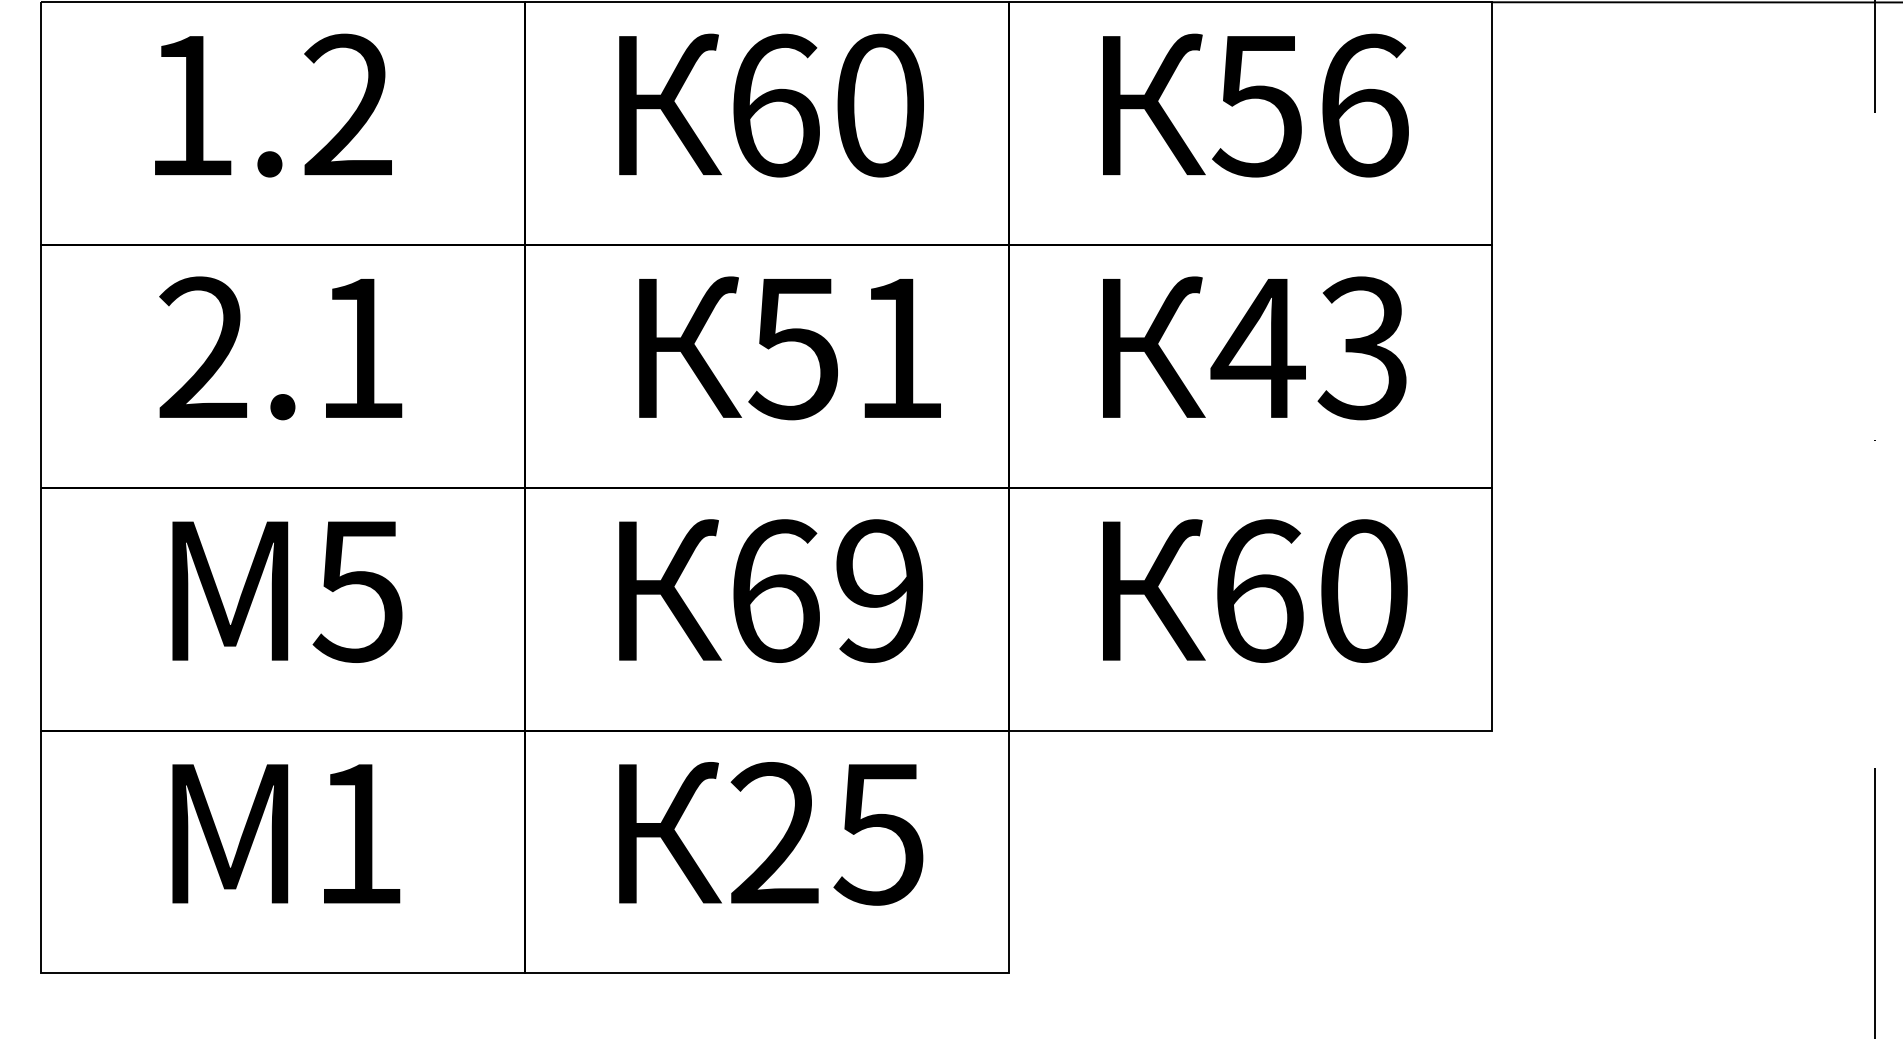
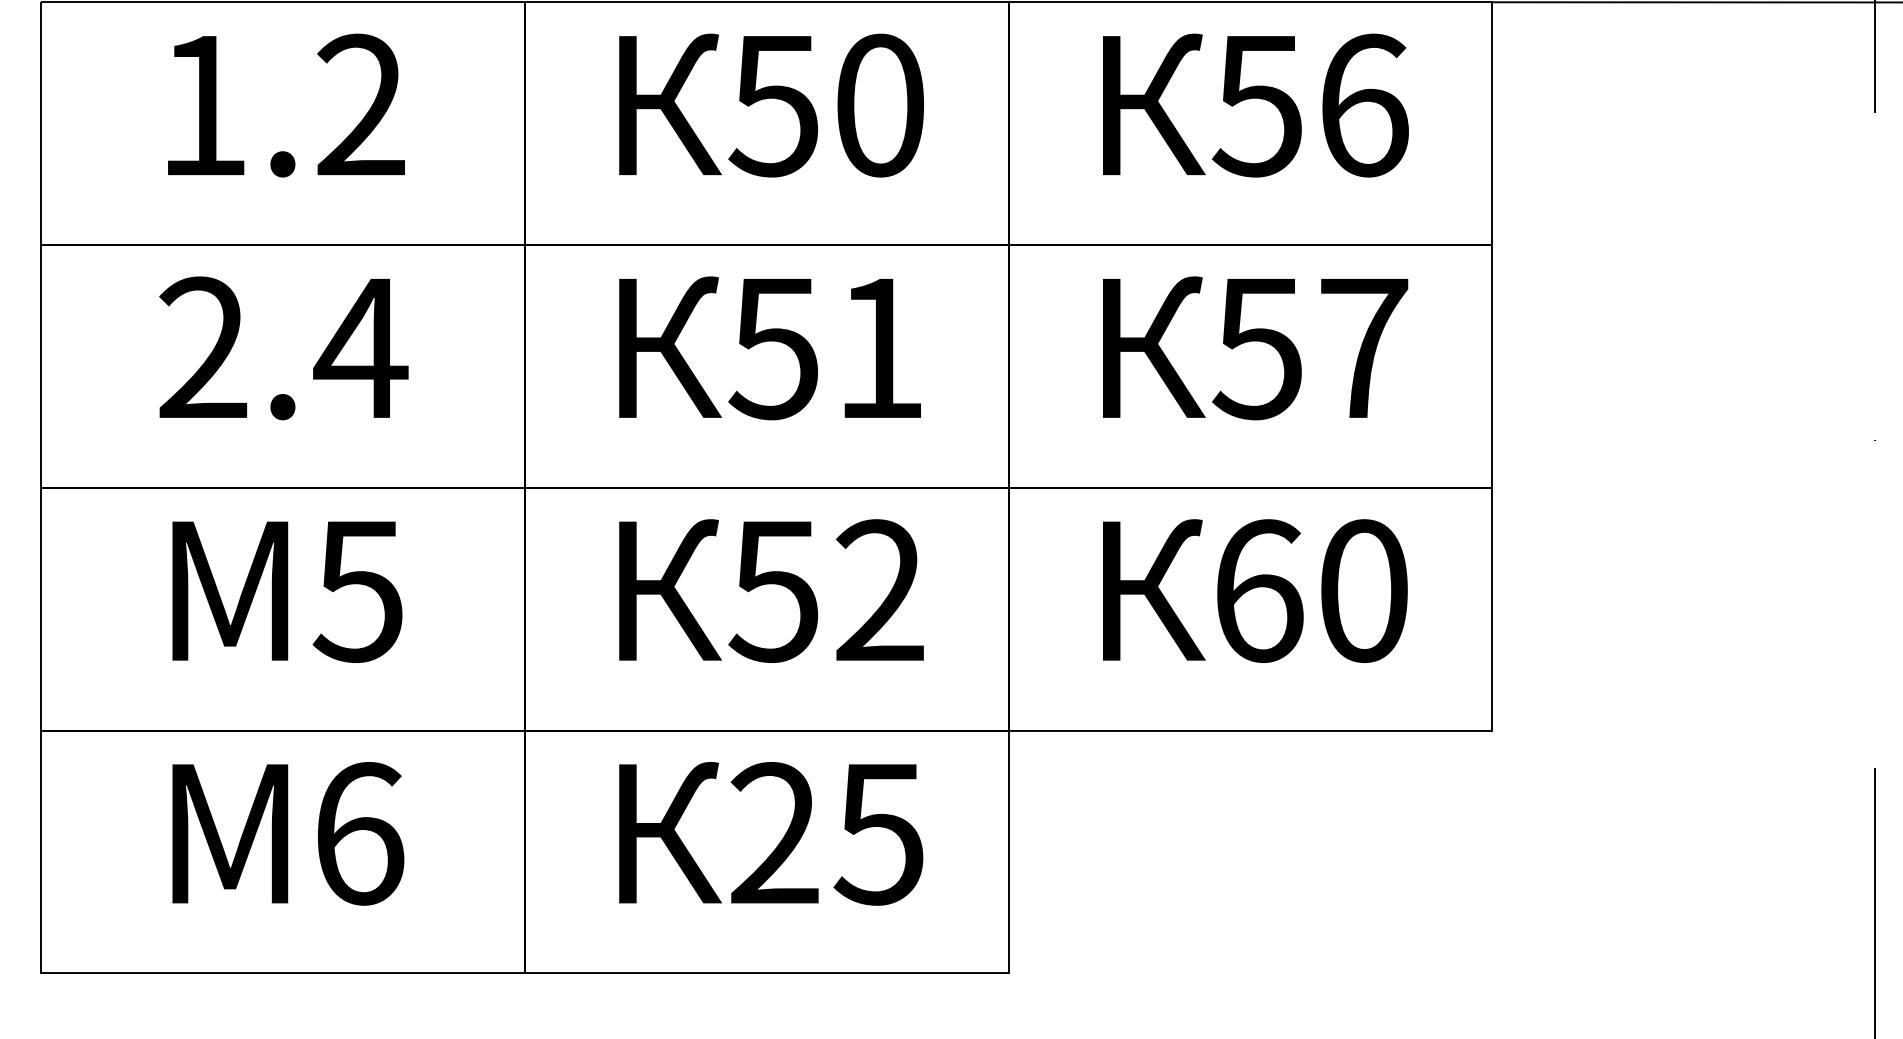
text at (273, 105) position: (273, 105) -> (286, 105)
text at (773, 105): 60 -> 50
text at (360, 347): 2.1 -> 2.4
text at (789, 348) position: (789, 348) -> (769, 348)
text at (1309, 348): 43 -> 57
text at (825, 590): 69 -> 52
text at (361, 833): 1 -> 6
